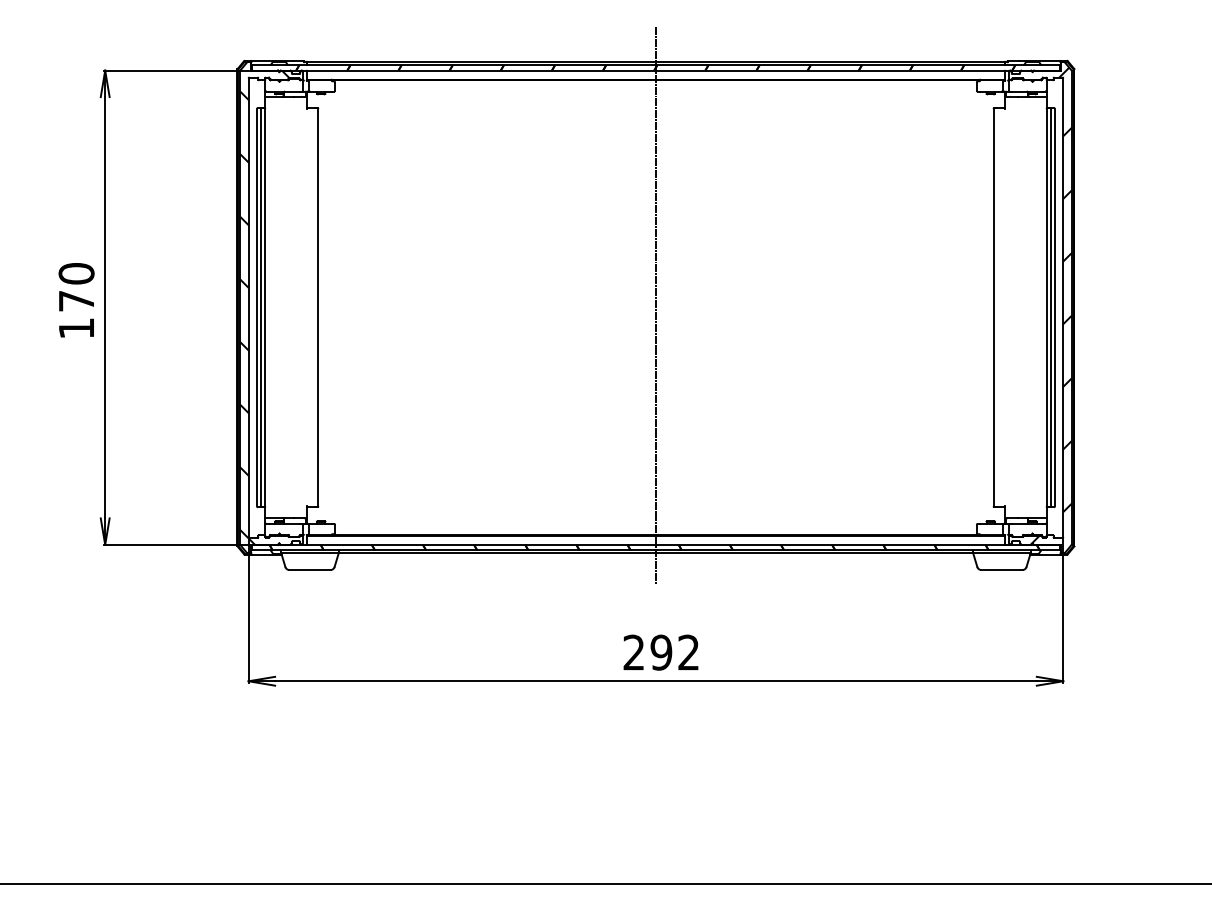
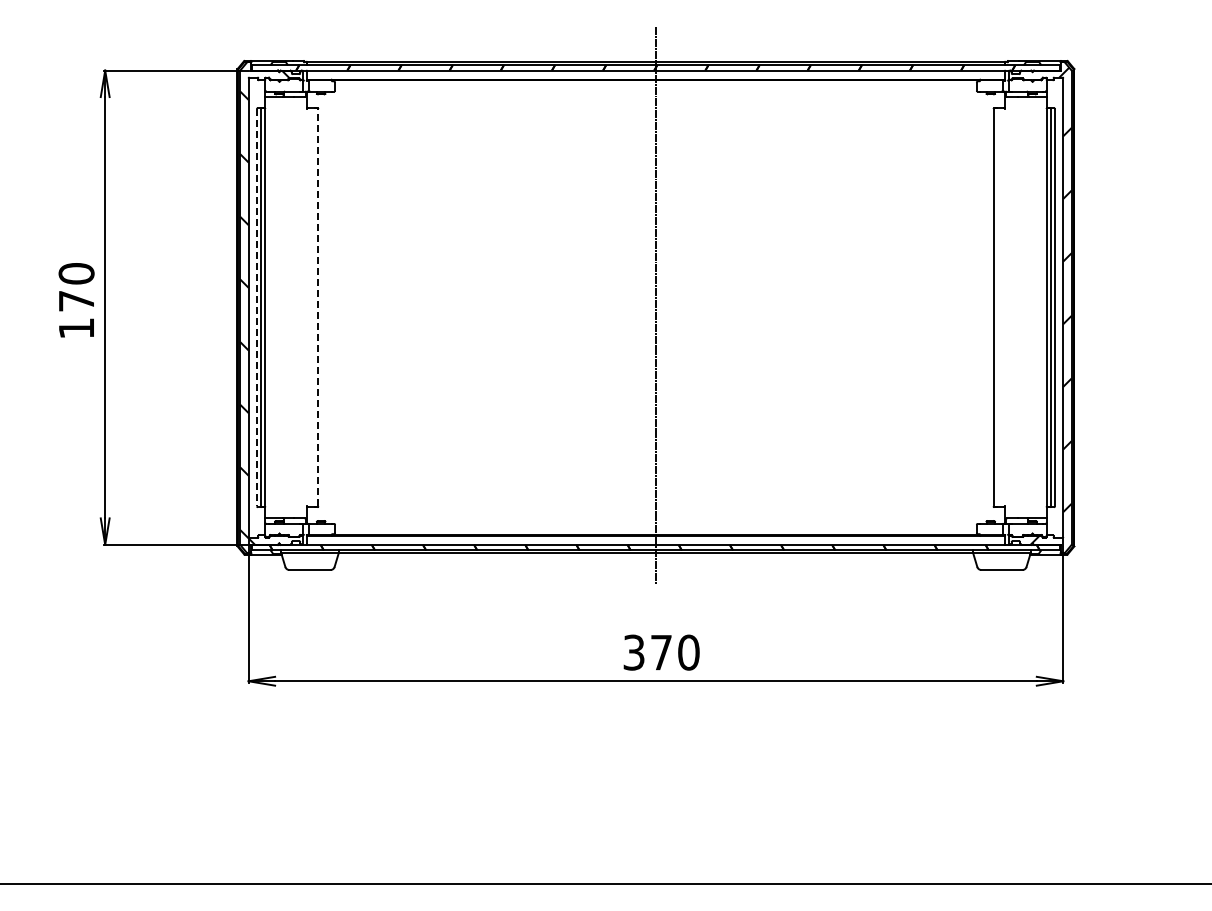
line at (256, 307): solid -> dashed
line at (318, 307): solid -> dashed
text at (661, 652): 292 -> 370
